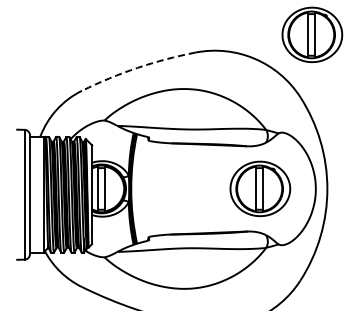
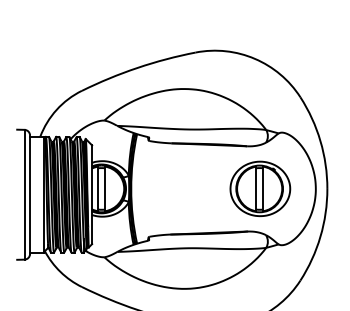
part at (312, 34): present -> none
arc at (137, 67): dashed -> solid
